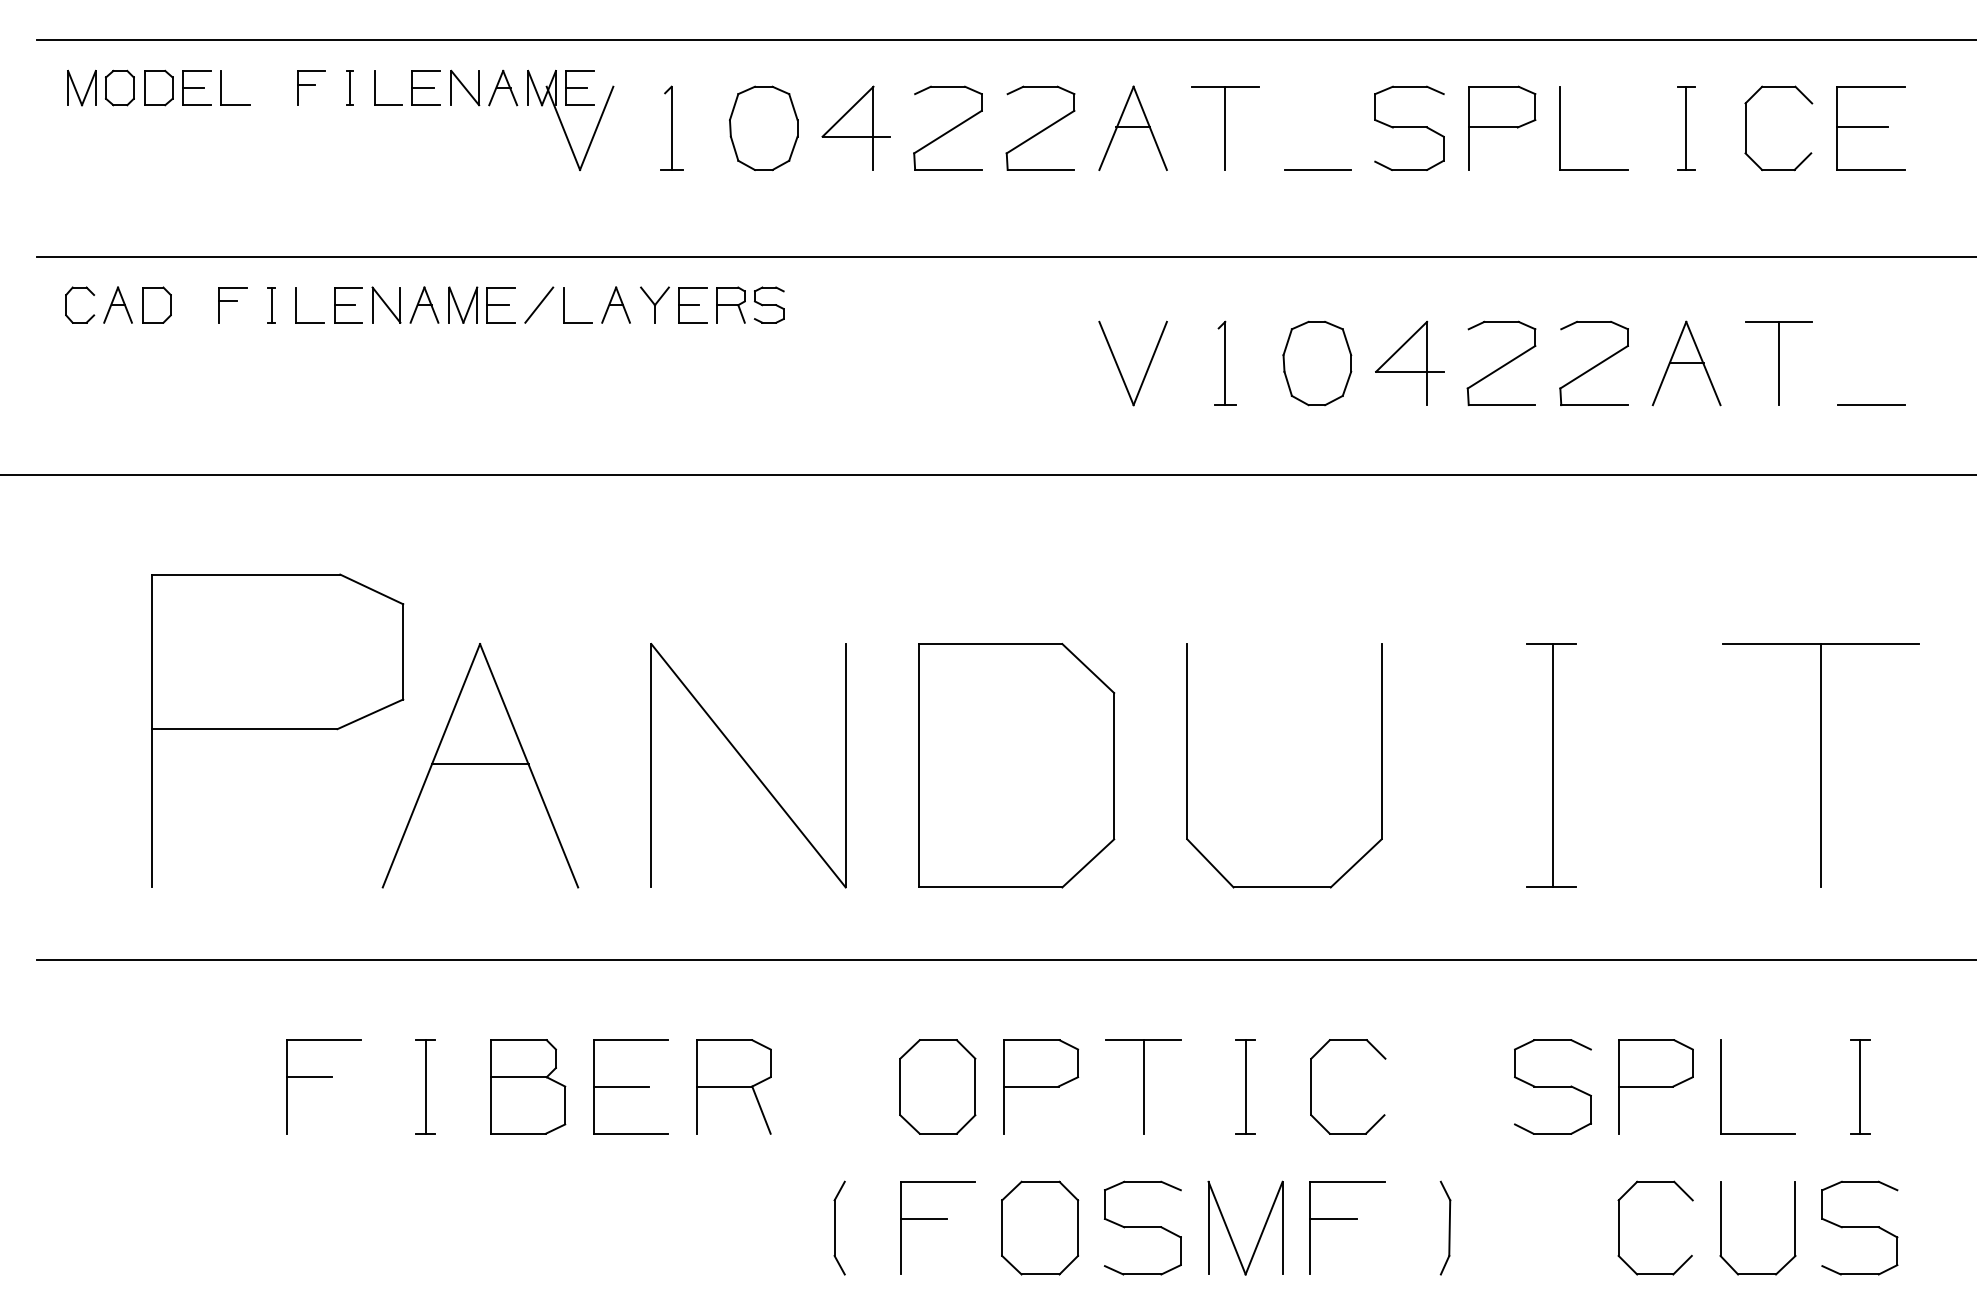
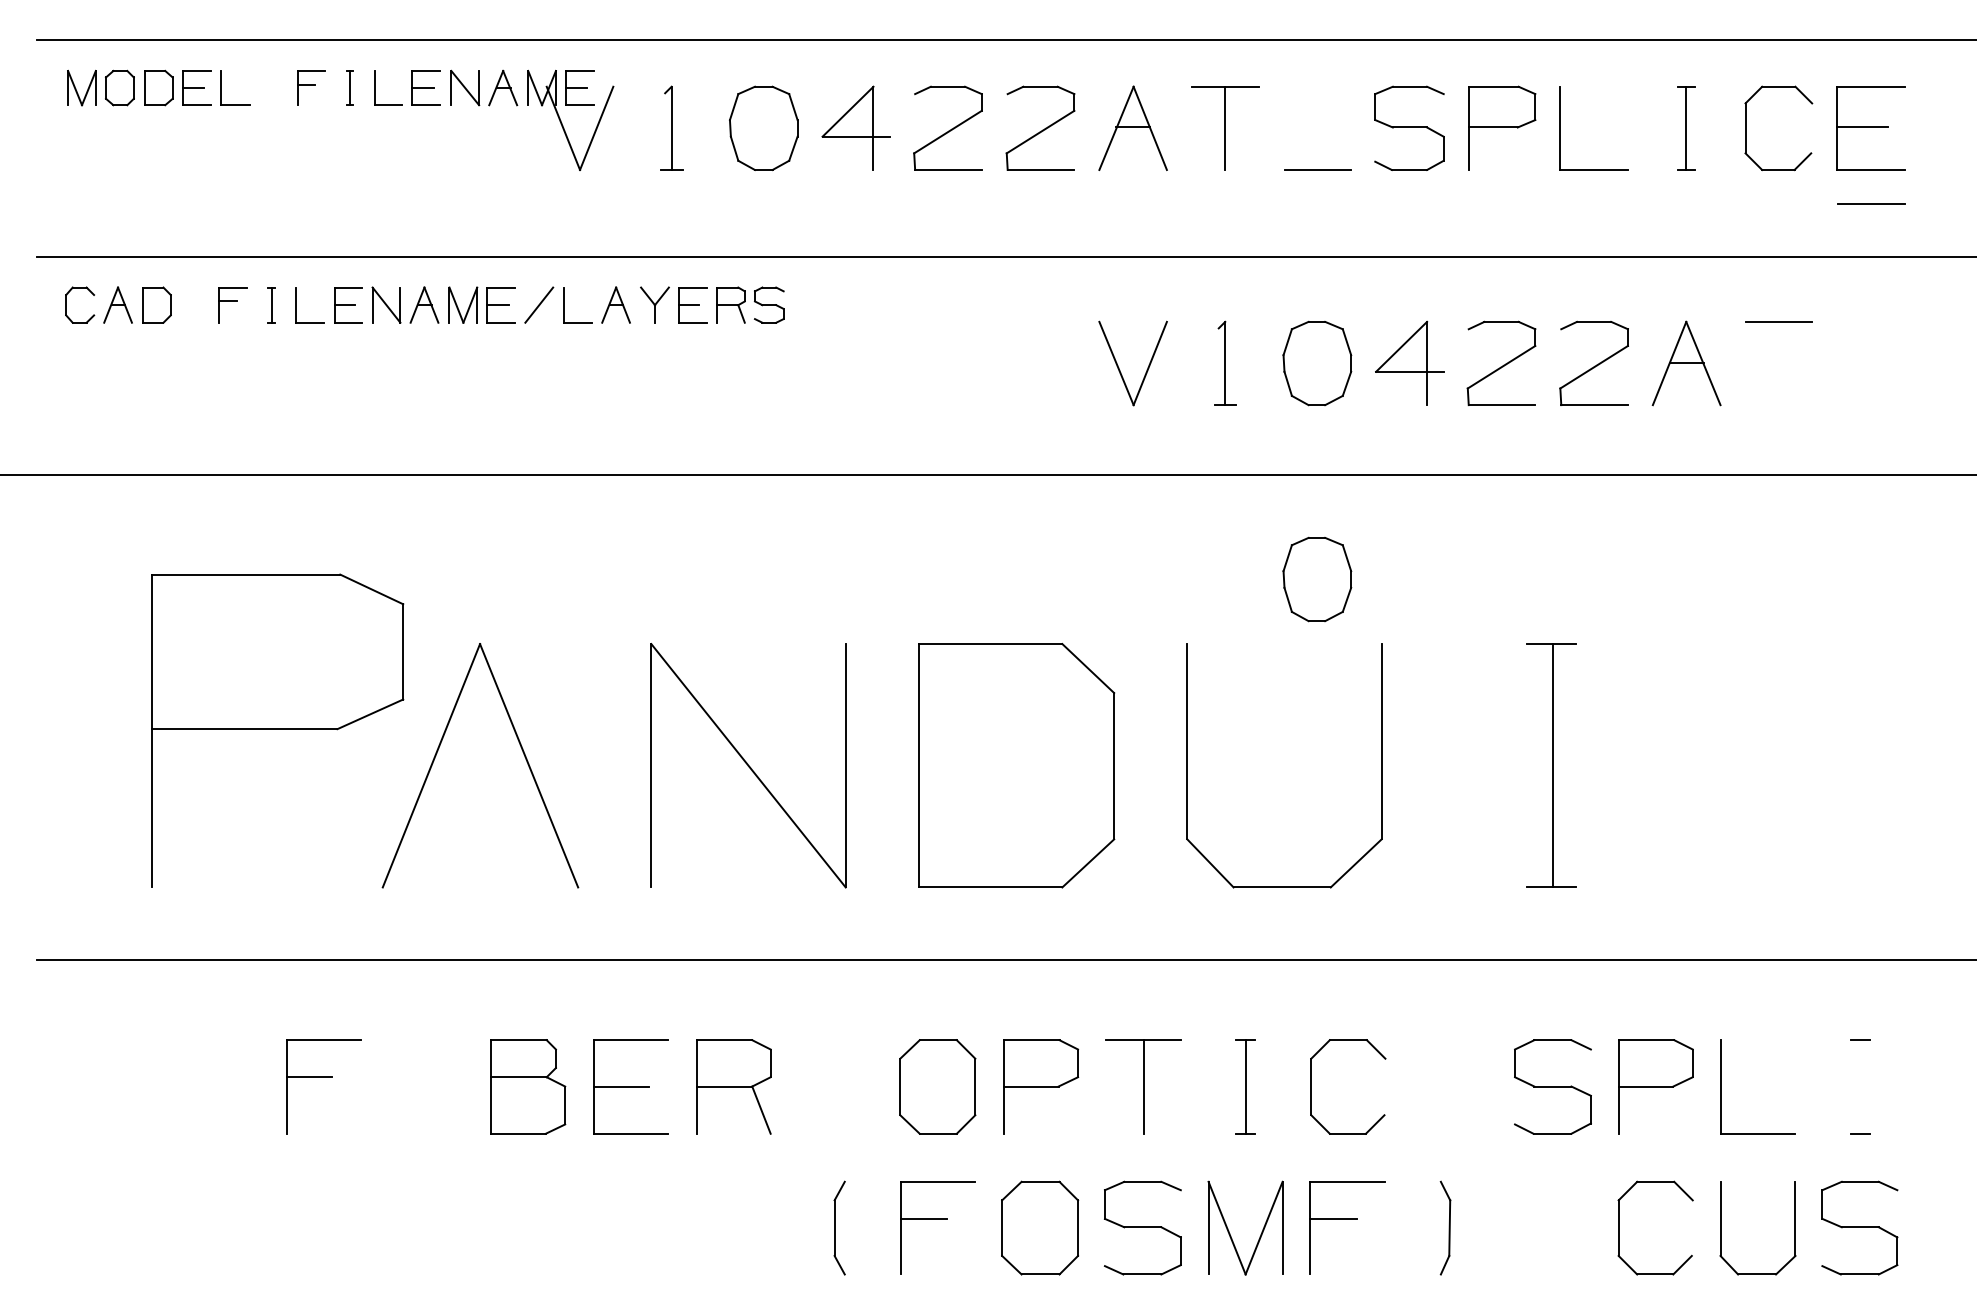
line at (1778, 363): present -> none
line at (1871, 404) position: (1871, 404) -> (1871, 203)
part at (1317, 579): none -> present
line at (480, 764): present -> none
part at (1820, 765): present -> none
part at (425, 1086): present -> none
line at (1860, 1086): present -> none
